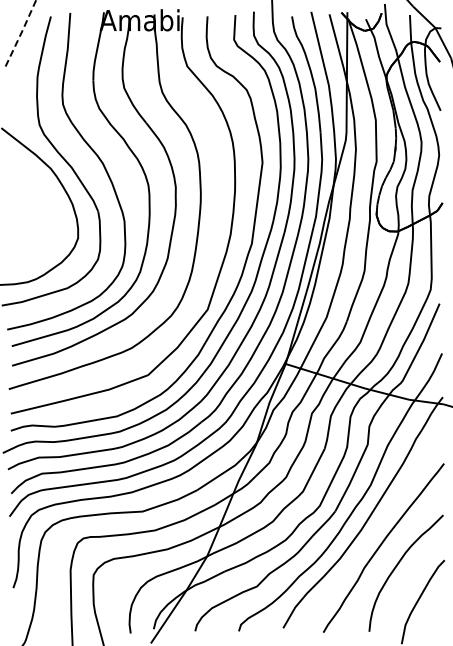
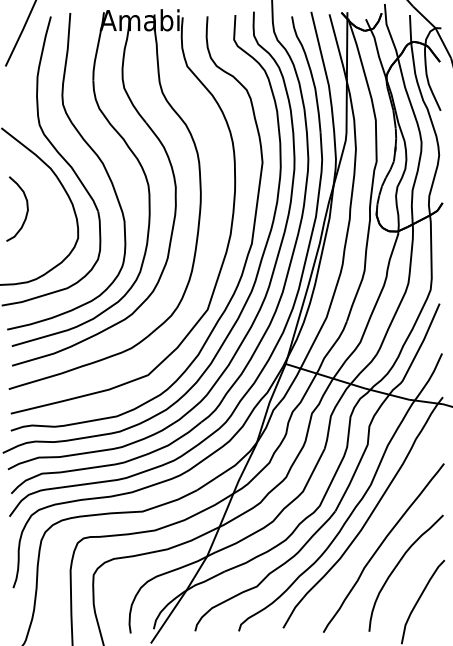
line at (21, 33): dashed -> solid
curve at (26, 208): none -> present
